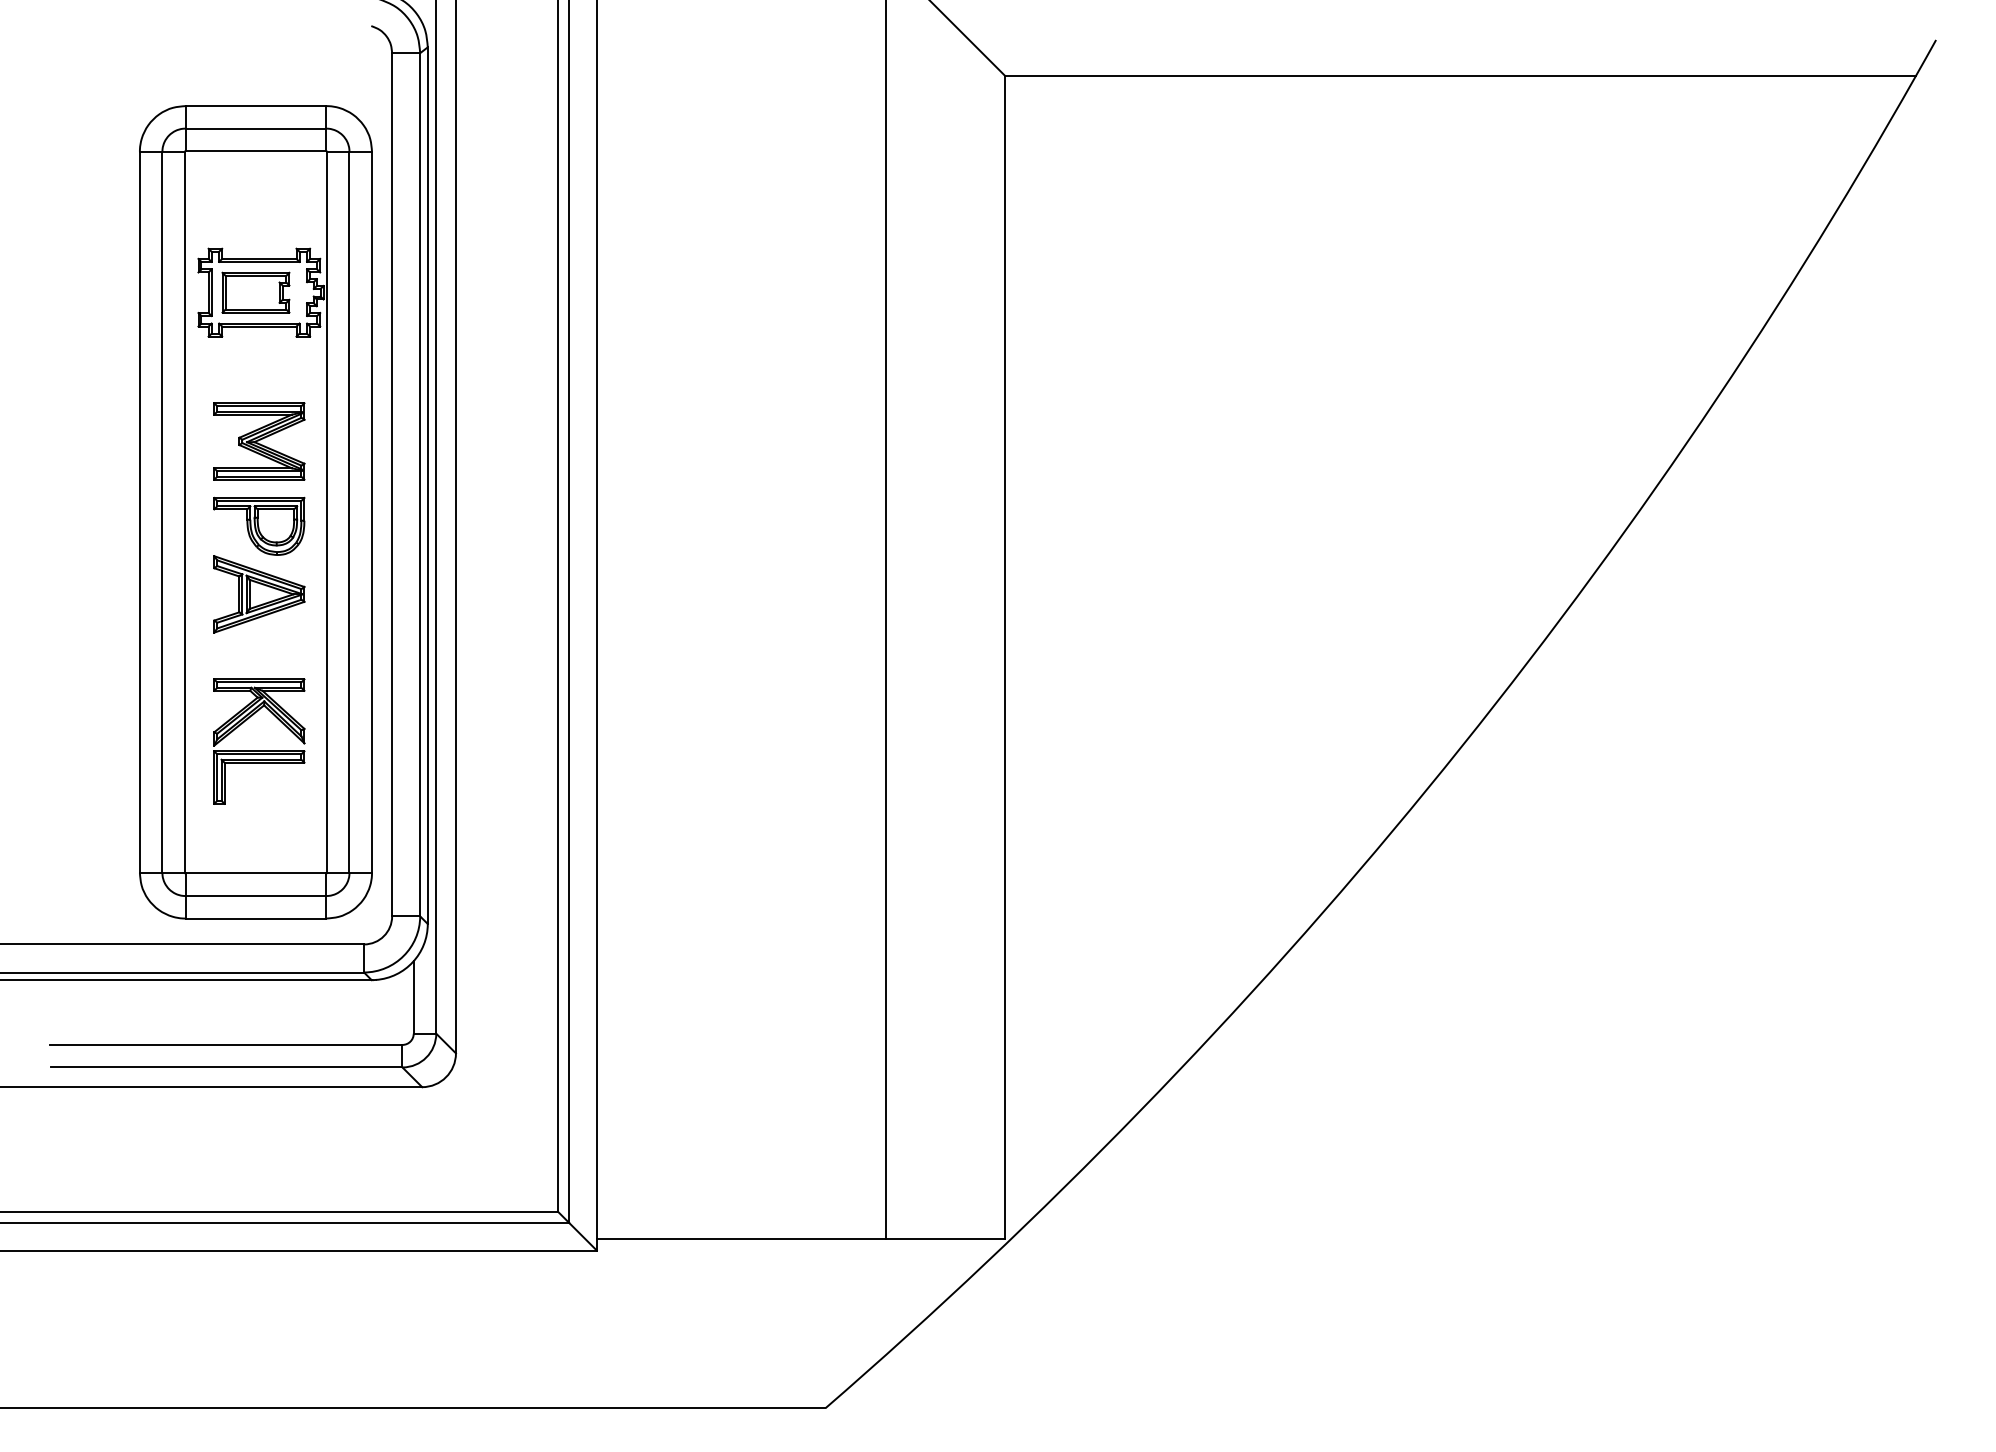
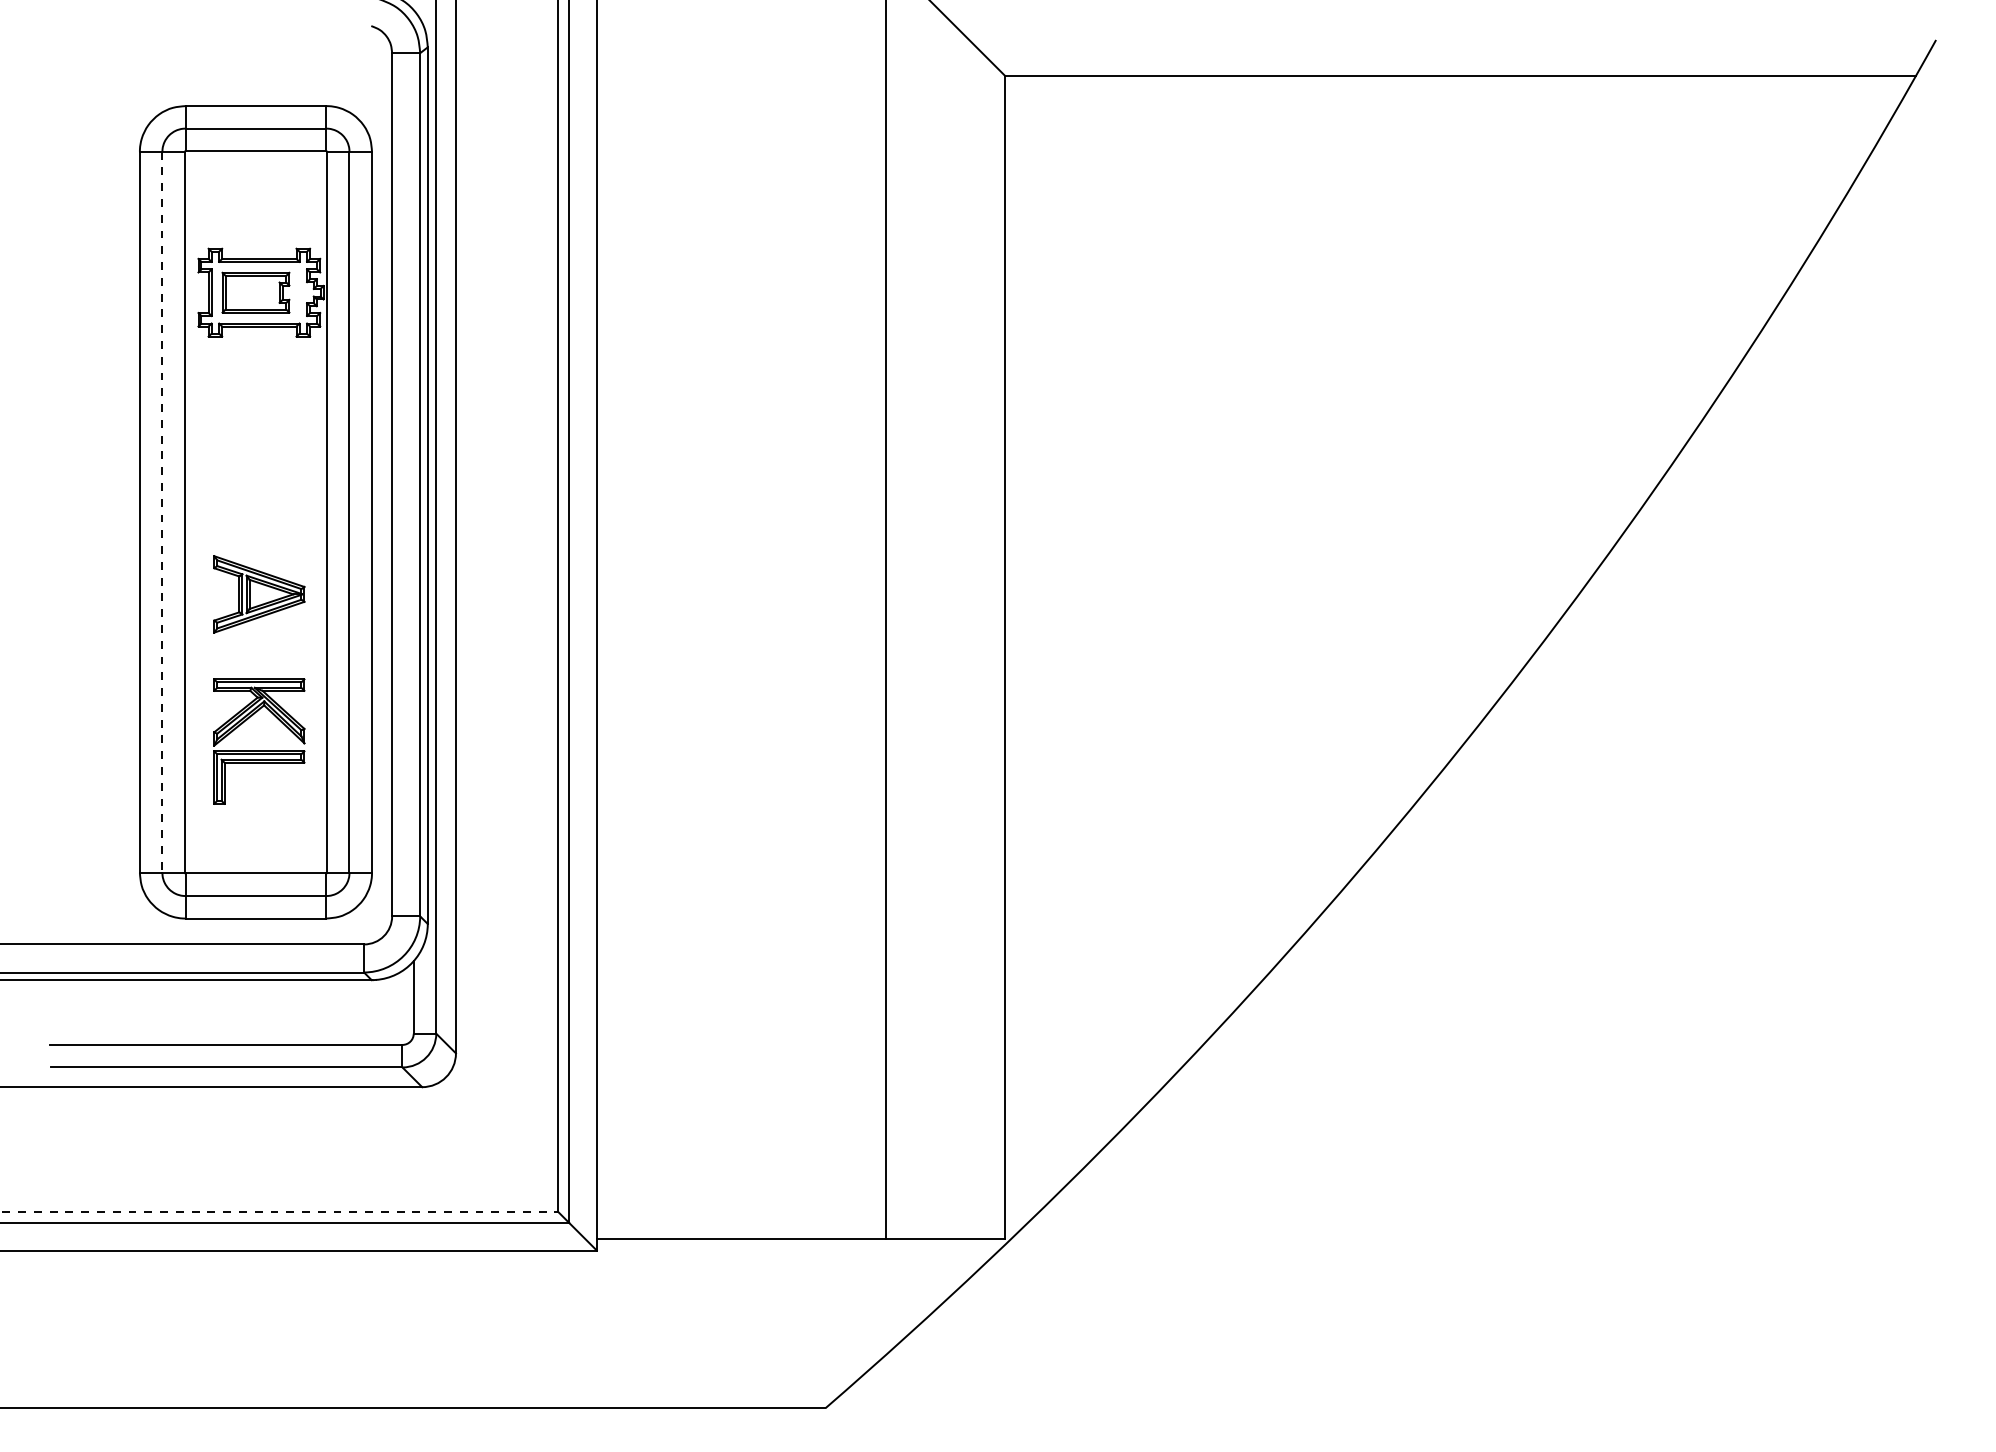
part at (259, 441): present -> none
line at (162, 512): solid -> dashed
part at (259, 525): present -> none
line at (279, 1211): solid -> dashed
